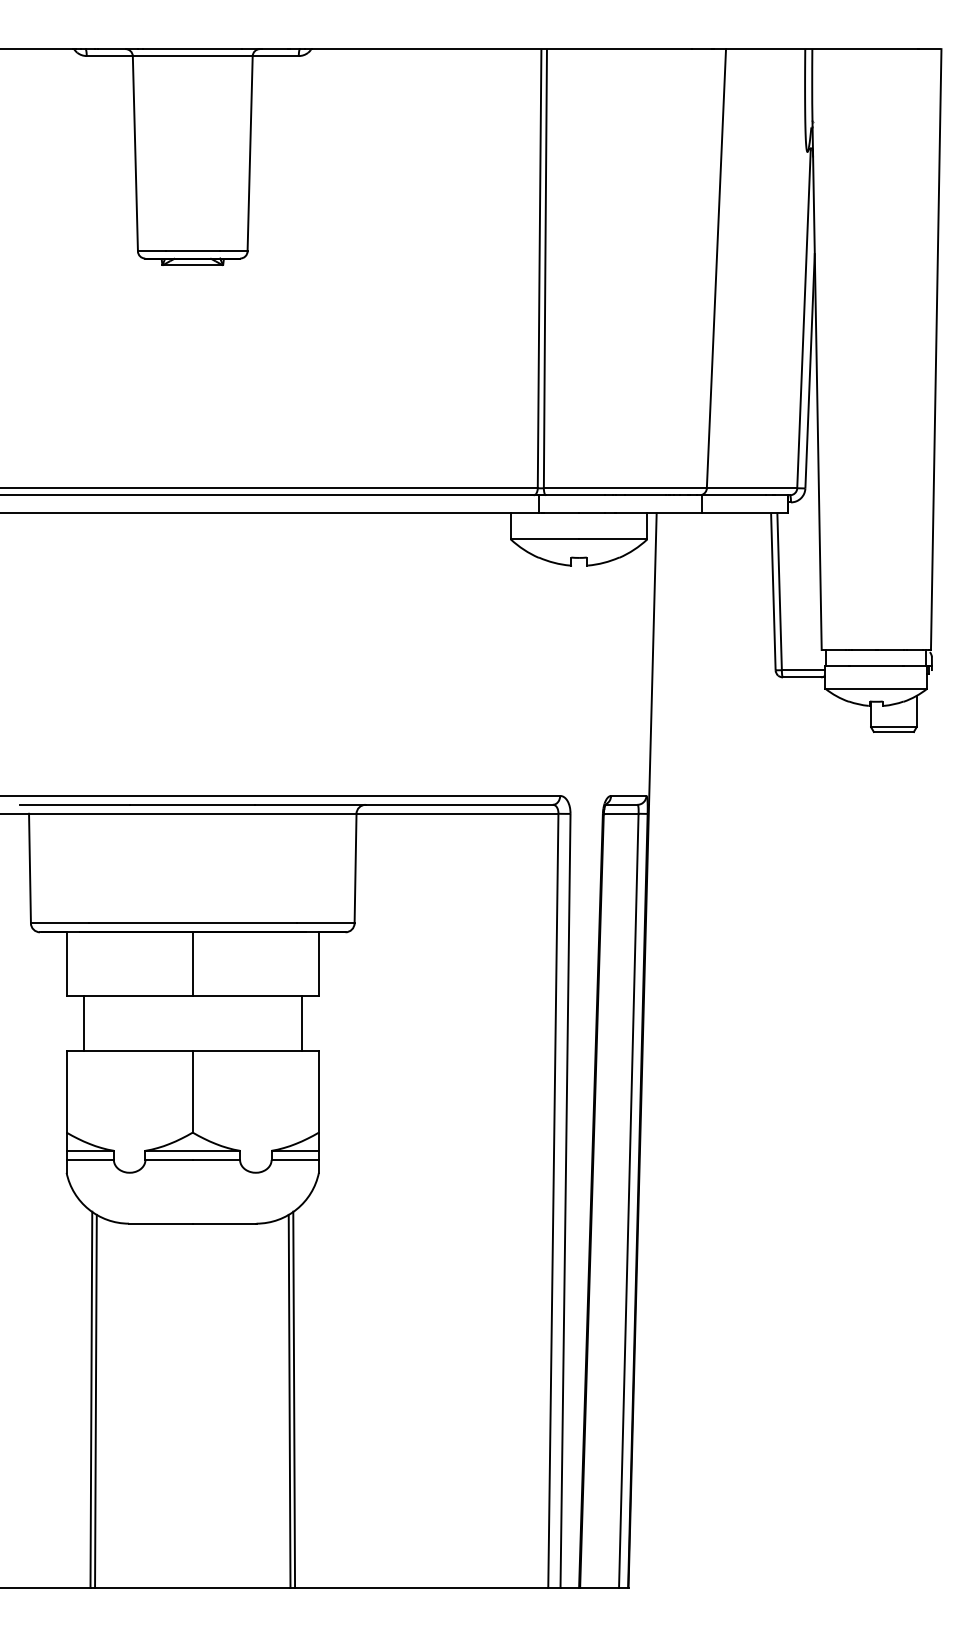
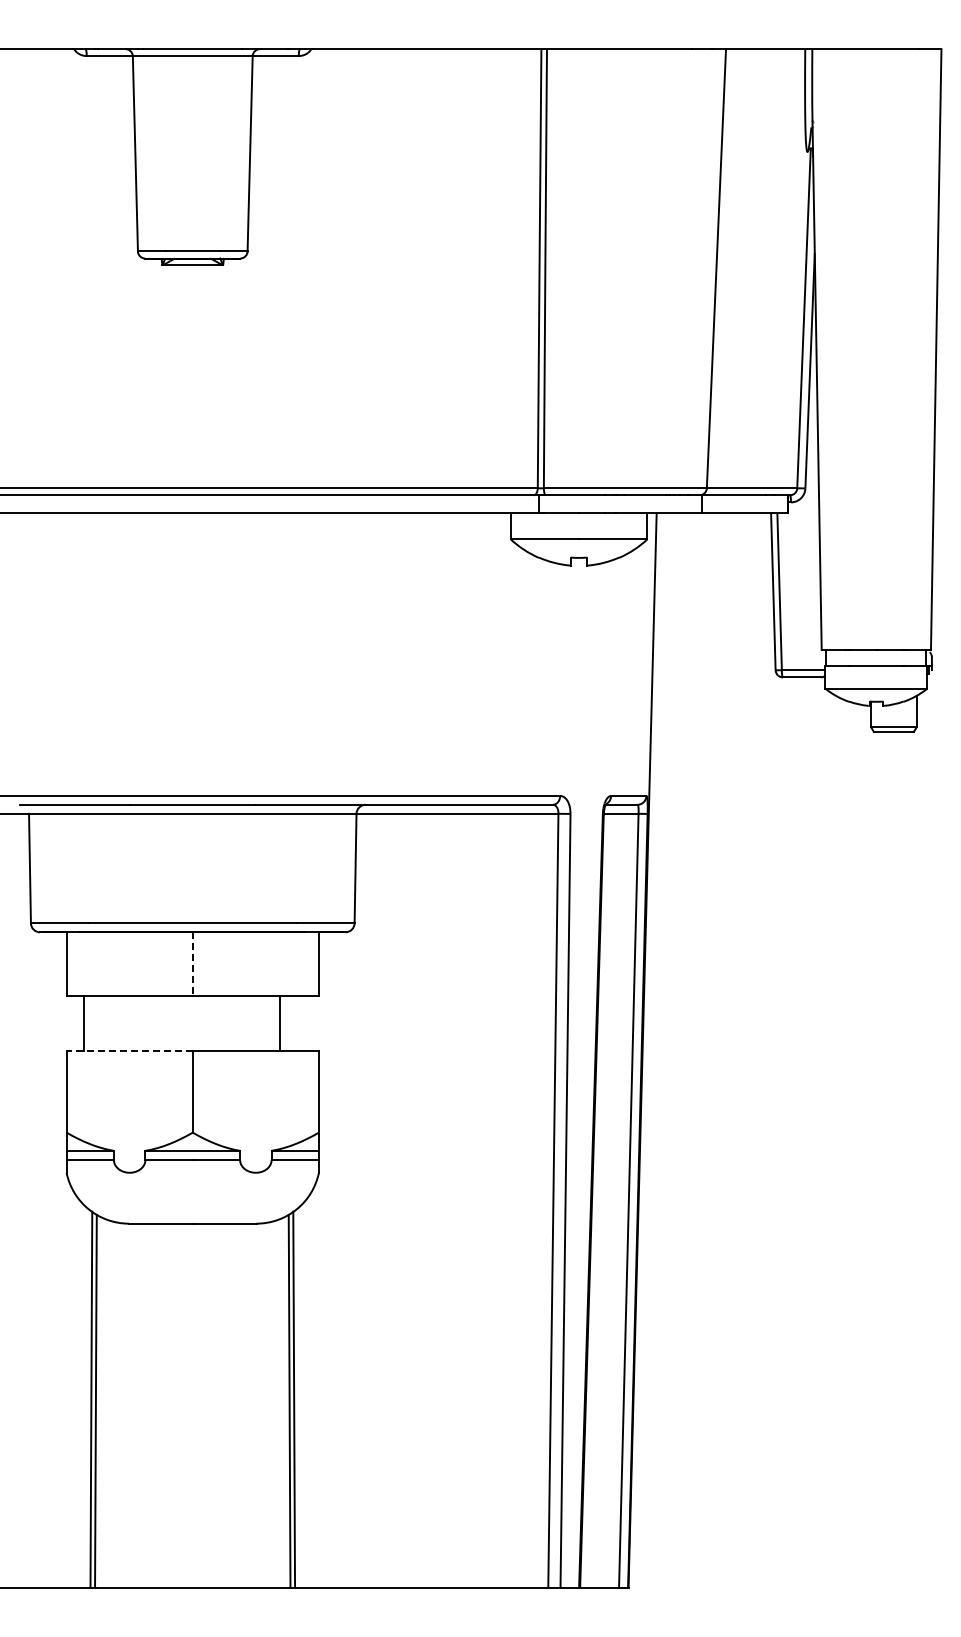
line at (192, 964): solid -> dashed
line at (302, 1023) position: (302, 1023) -> (280, 1023)
line at (129, 1050): solid -> dashed
